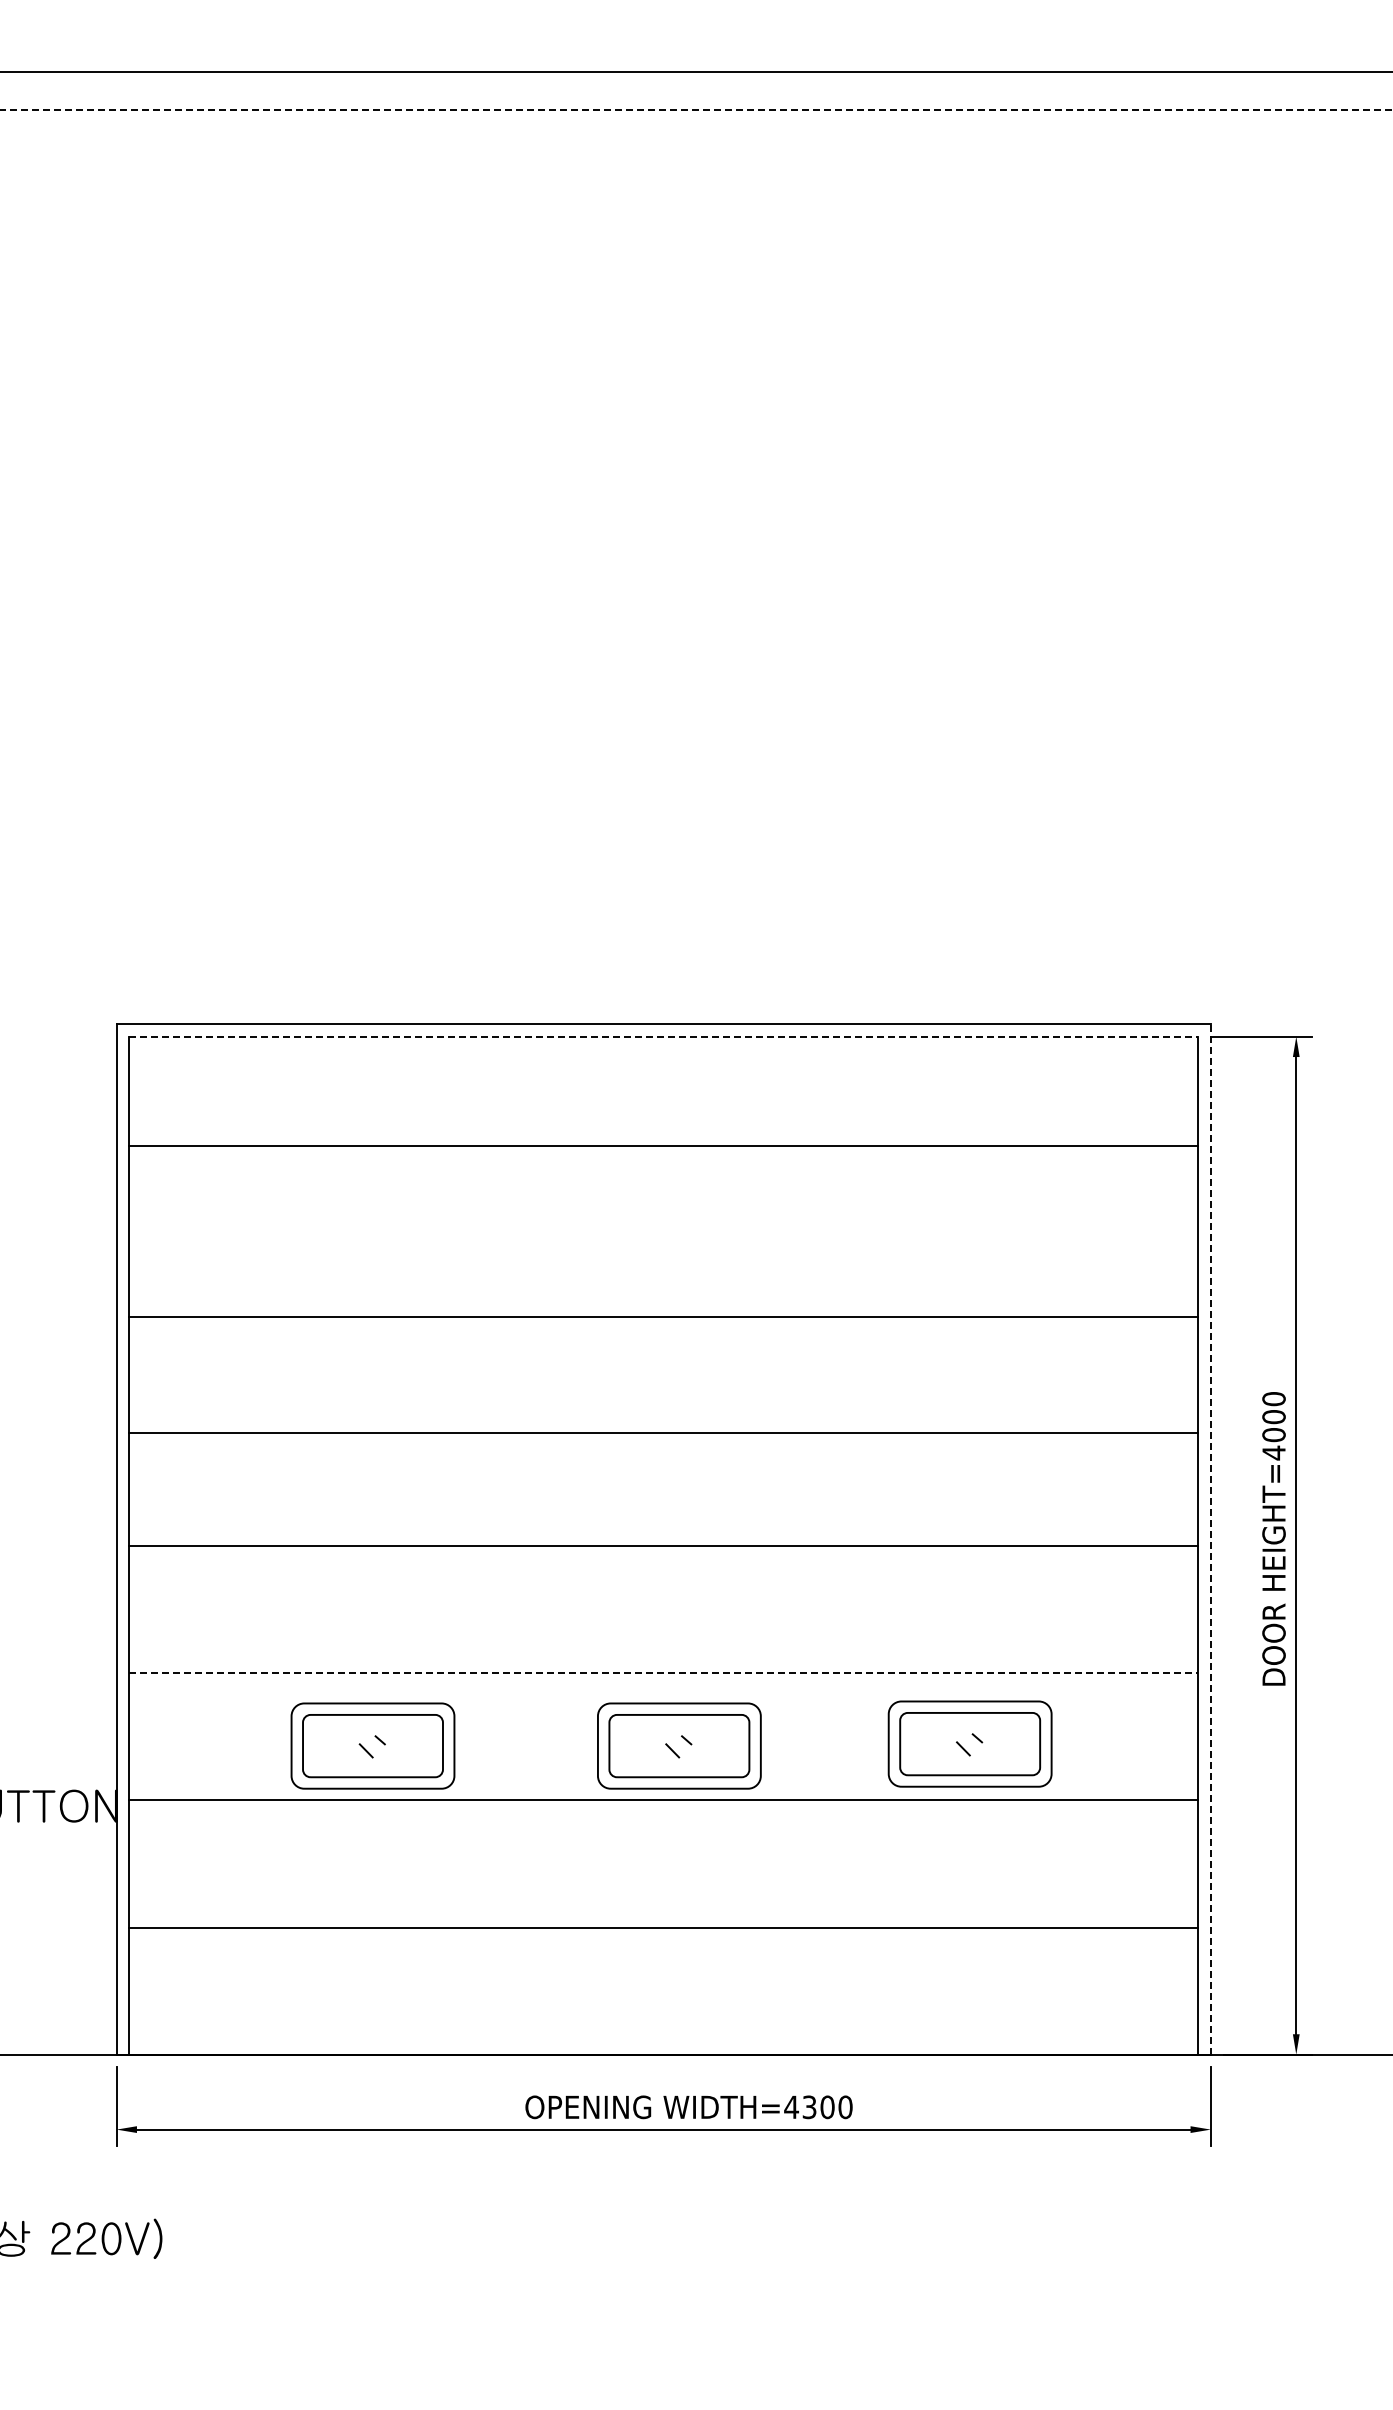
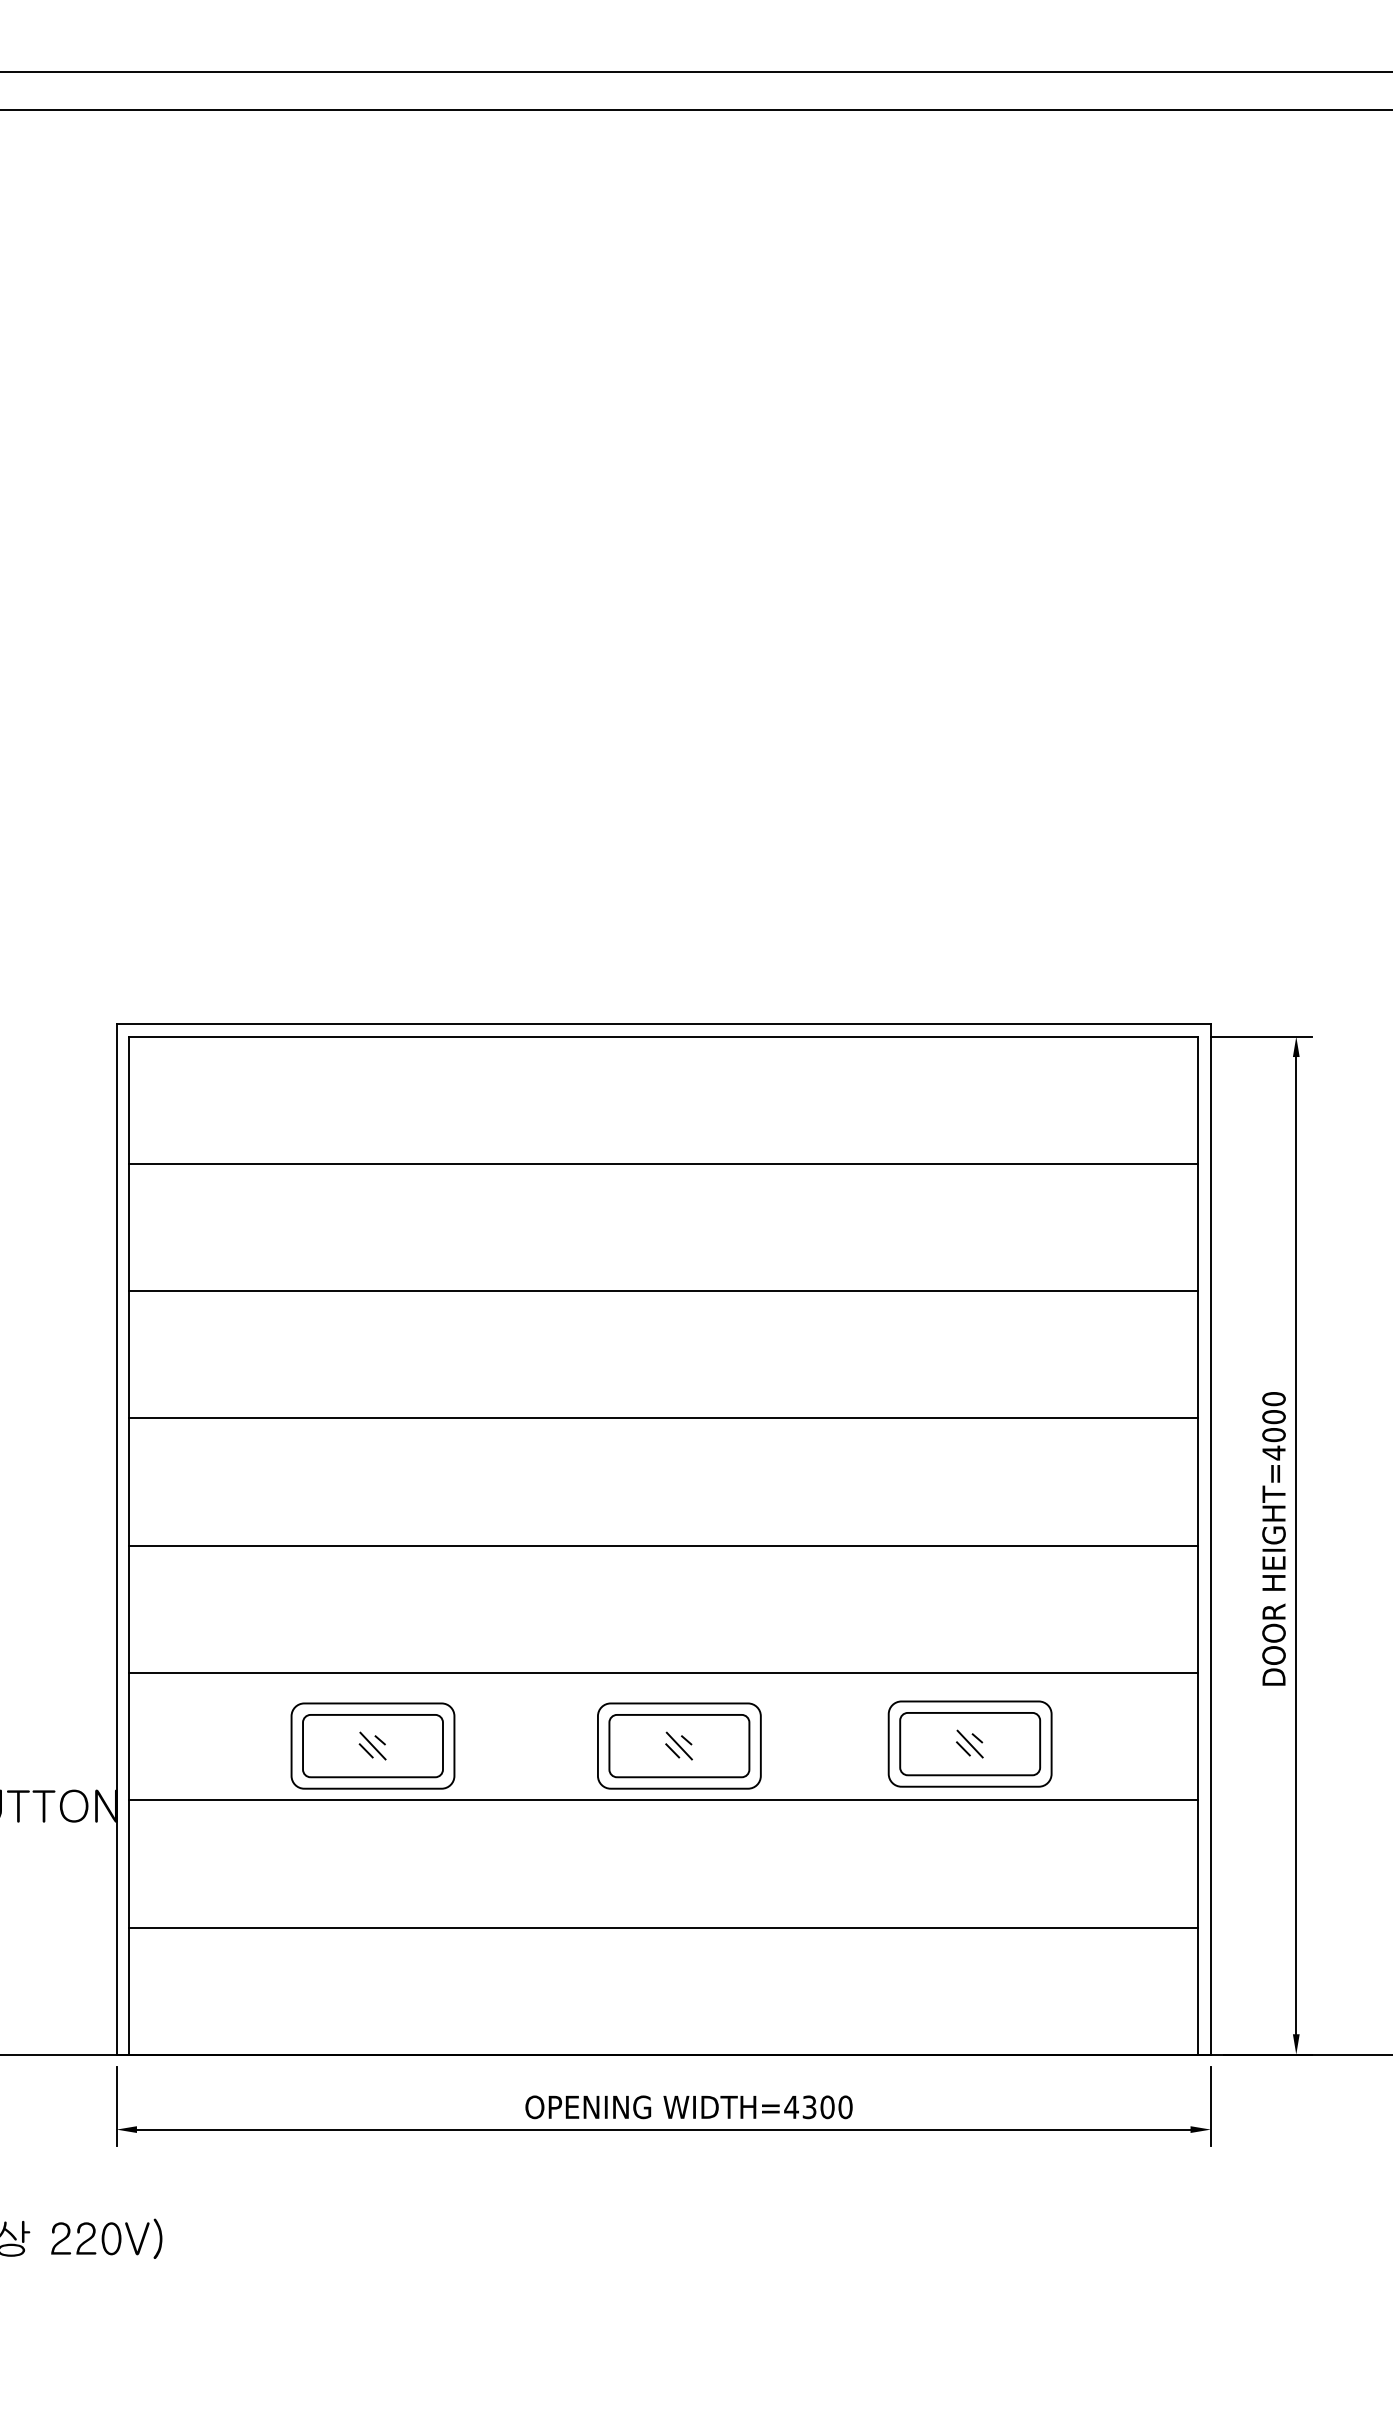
line at (696, 110): dashed -> solid
line at (664, 1036): dashed -> solid
line at (663, 1145) position: (663, 1145) -> (663, 1163)
line at (663, 1317) position: (663, 1317) -> (663, 1291)
line at (663, 1433) position: (663, 1433) -> (663, 1418)
line at (1210, 1538): dashed -> solid
line at (664, 1672): dashed -> solid
line at (969, 1743): none -> present
line at (372, 1745): none -> present
line at (678, 1745): none -> present
